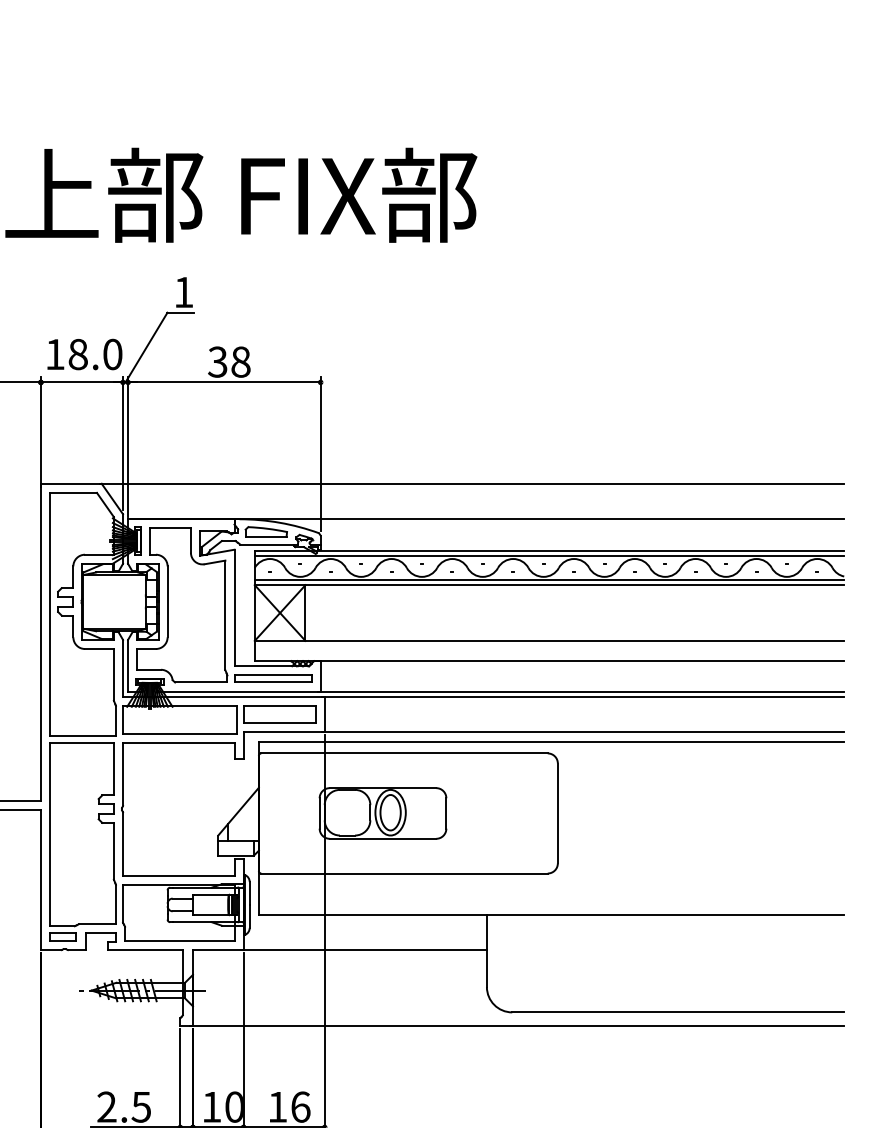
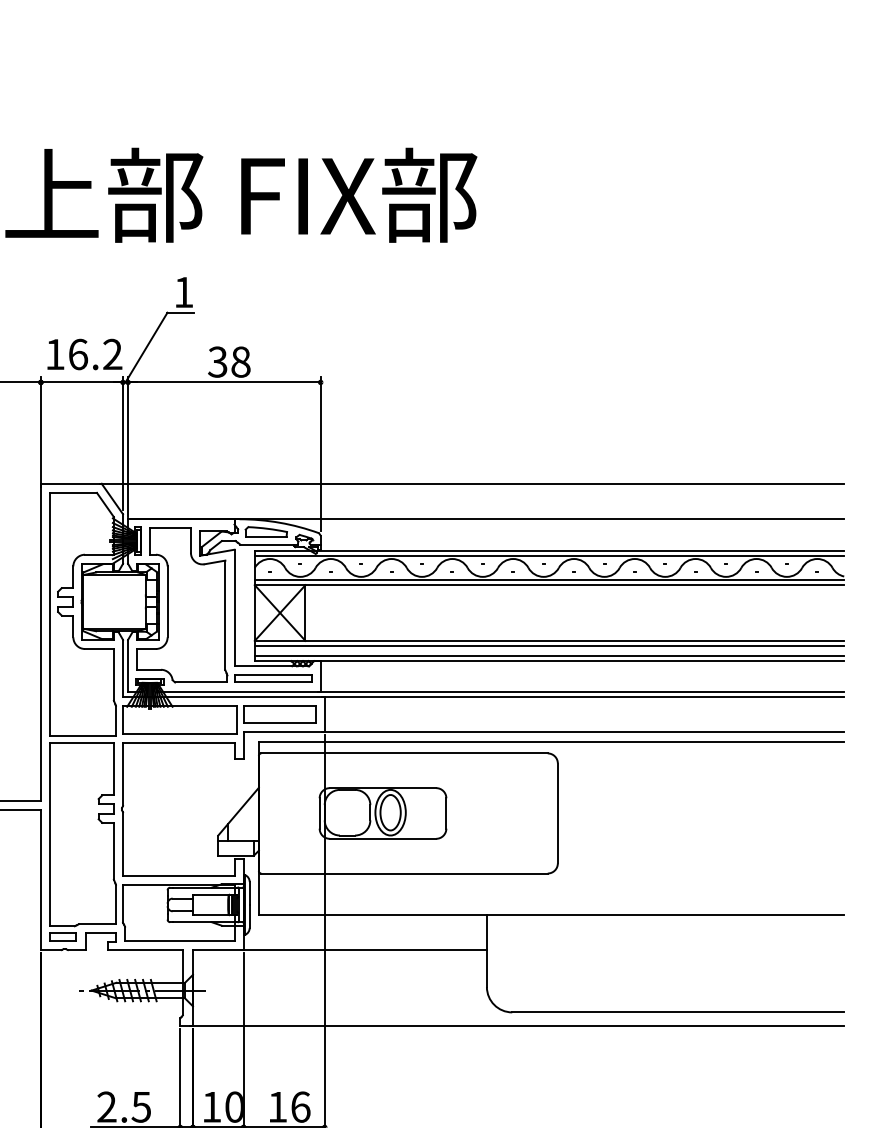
text at (95, 354): 18.0 -> 16.2
line at (549, 645): none -> present
line at (549, 656): none -> present
